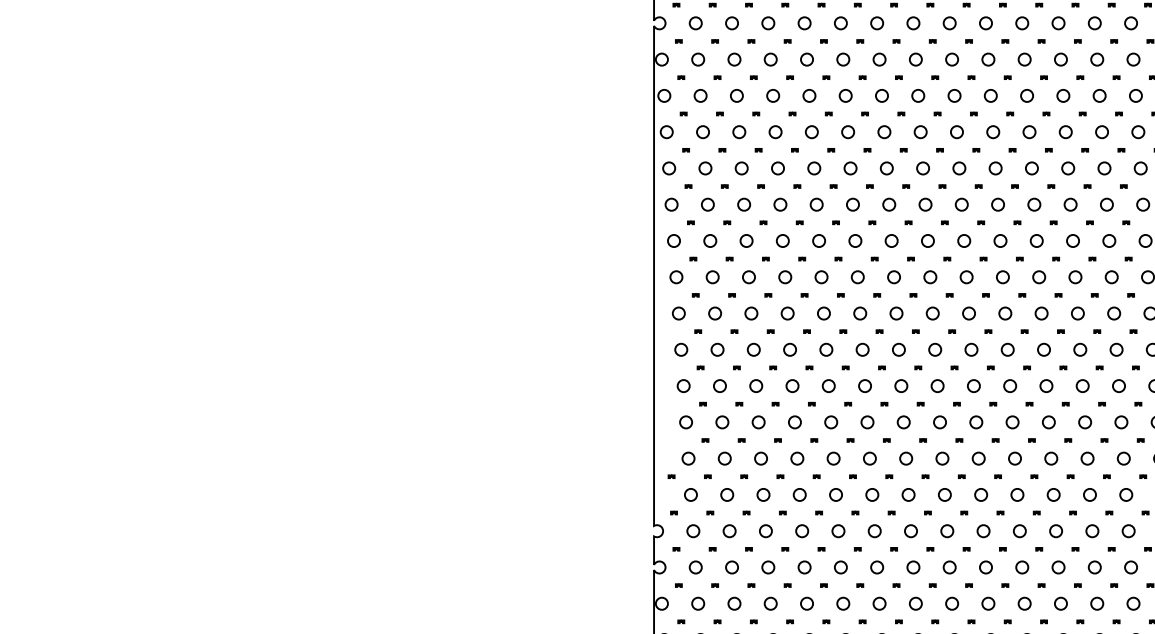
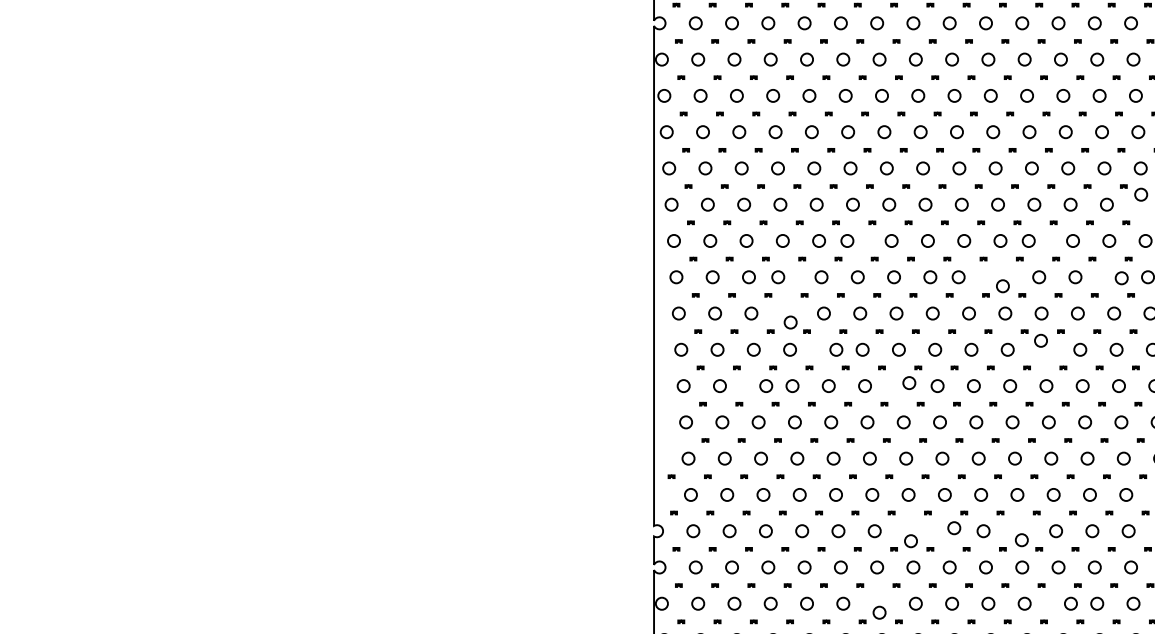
circle at (1143, 204) position: (1143, 204) -> (1141, 194)
circle at (855, 240) position: (855, 240) -> (847, 240)
circle at (1036, 240) position: (1036, 240) -> (1028, 240)
circle at (785, 277) position: (785, 277) -> (778, 277)
circle at (966, 277) position: (966, 277) -> (958, 277)
circle at (1002, 277) position: (1002, 277) -> (1002, 286)
circle at (1111, 277) position: (1111, 277) -> (1121, 278)
circle at (787, 313) position: (787, 313) -> (790, 322)
circle at (826, 349) position: (826, 349) -> (836, 349)
circle at (1043, 349) position: (1043, 349) -> (1040, 340)
circle at (756, 385) position: (756, 385) -> (766, 385)
circle at (901, 385) position: (901, 385) -> (909, 382)
circle at (910, 531) position: (910, 531) -> (910, 541)
circle at (947, 531) position: (947, 531) -> (954, 528)
circle at (1019, 531) position: (1019, 531) -> (1021, 540)
circle at (879, 603) position: (879, 603) -> (879, 612)
circle at (1060, 603) position: (1060, 603) -> (1070, 603)
